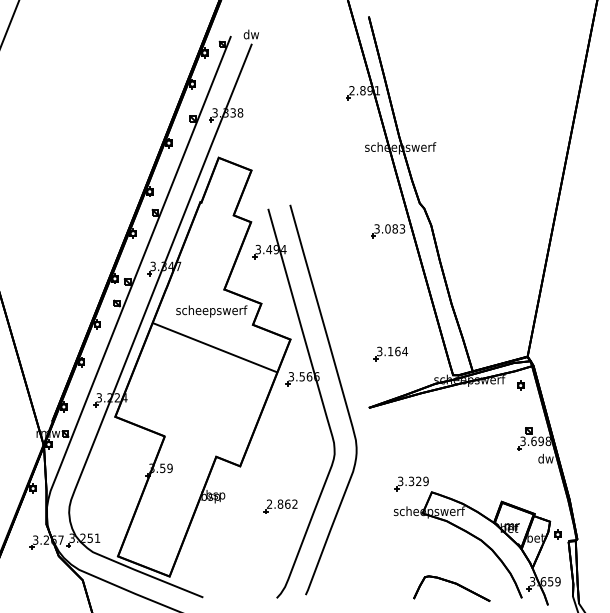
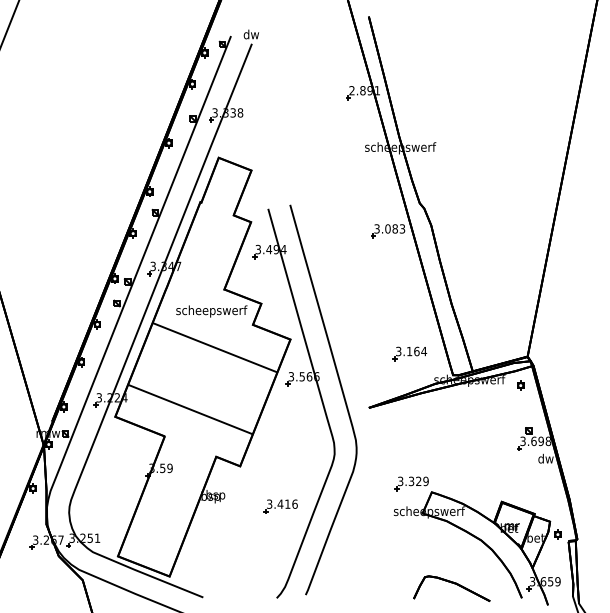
part at (390, 353) position: (390, 353) -> (409, 353)
line at (190, 409): none -> present
text at (282, 503): 2.862 -> 3.416
